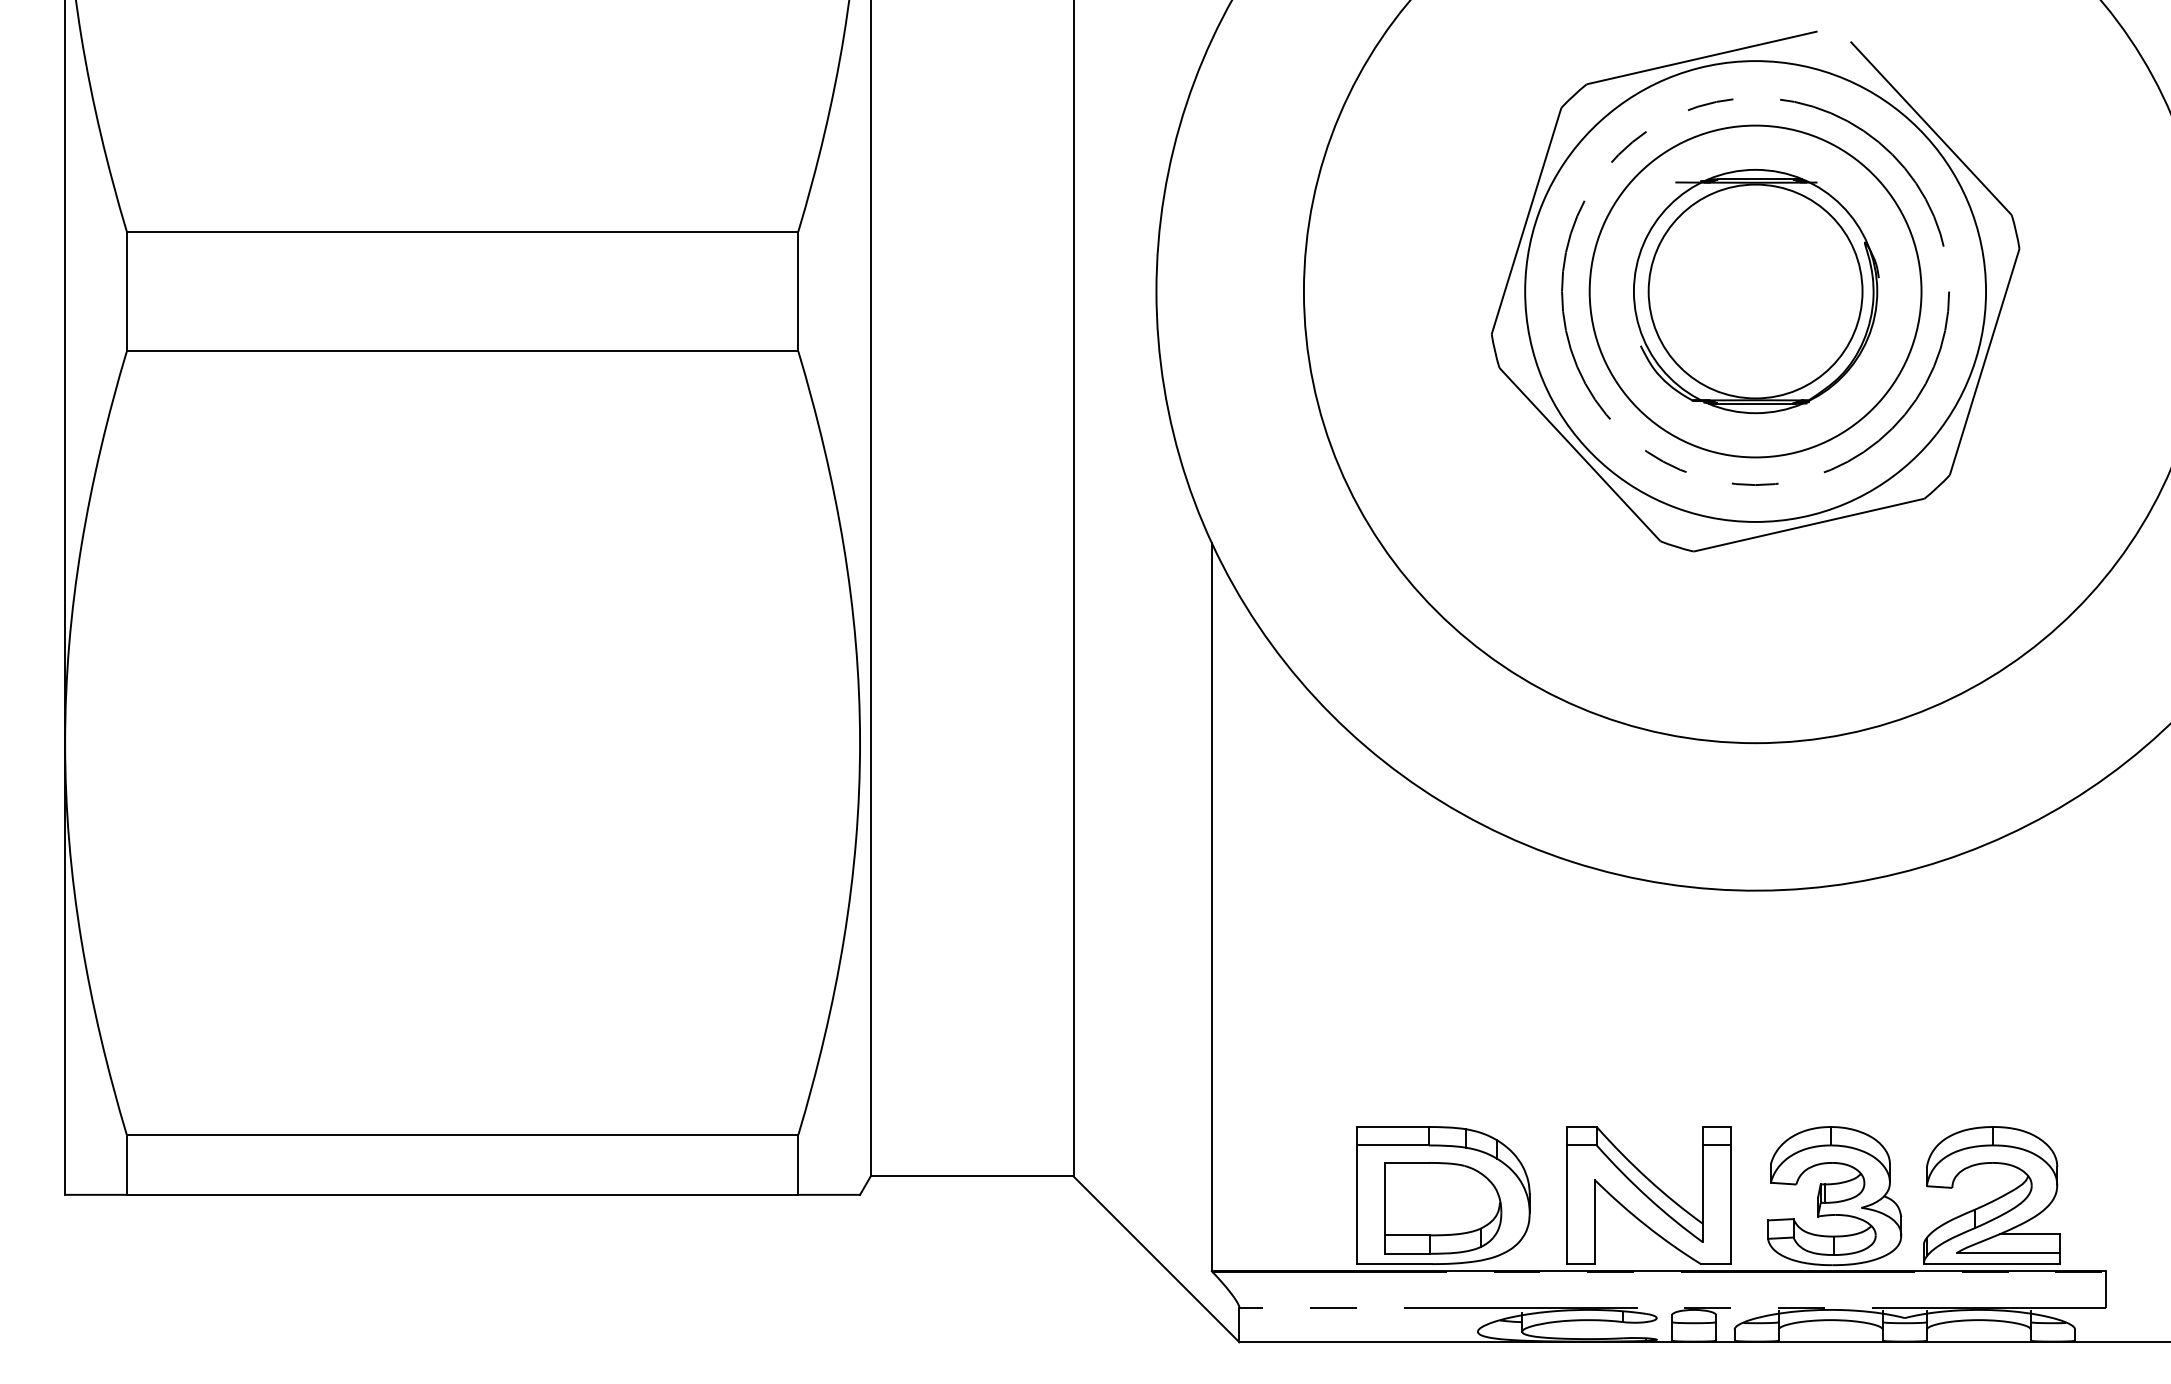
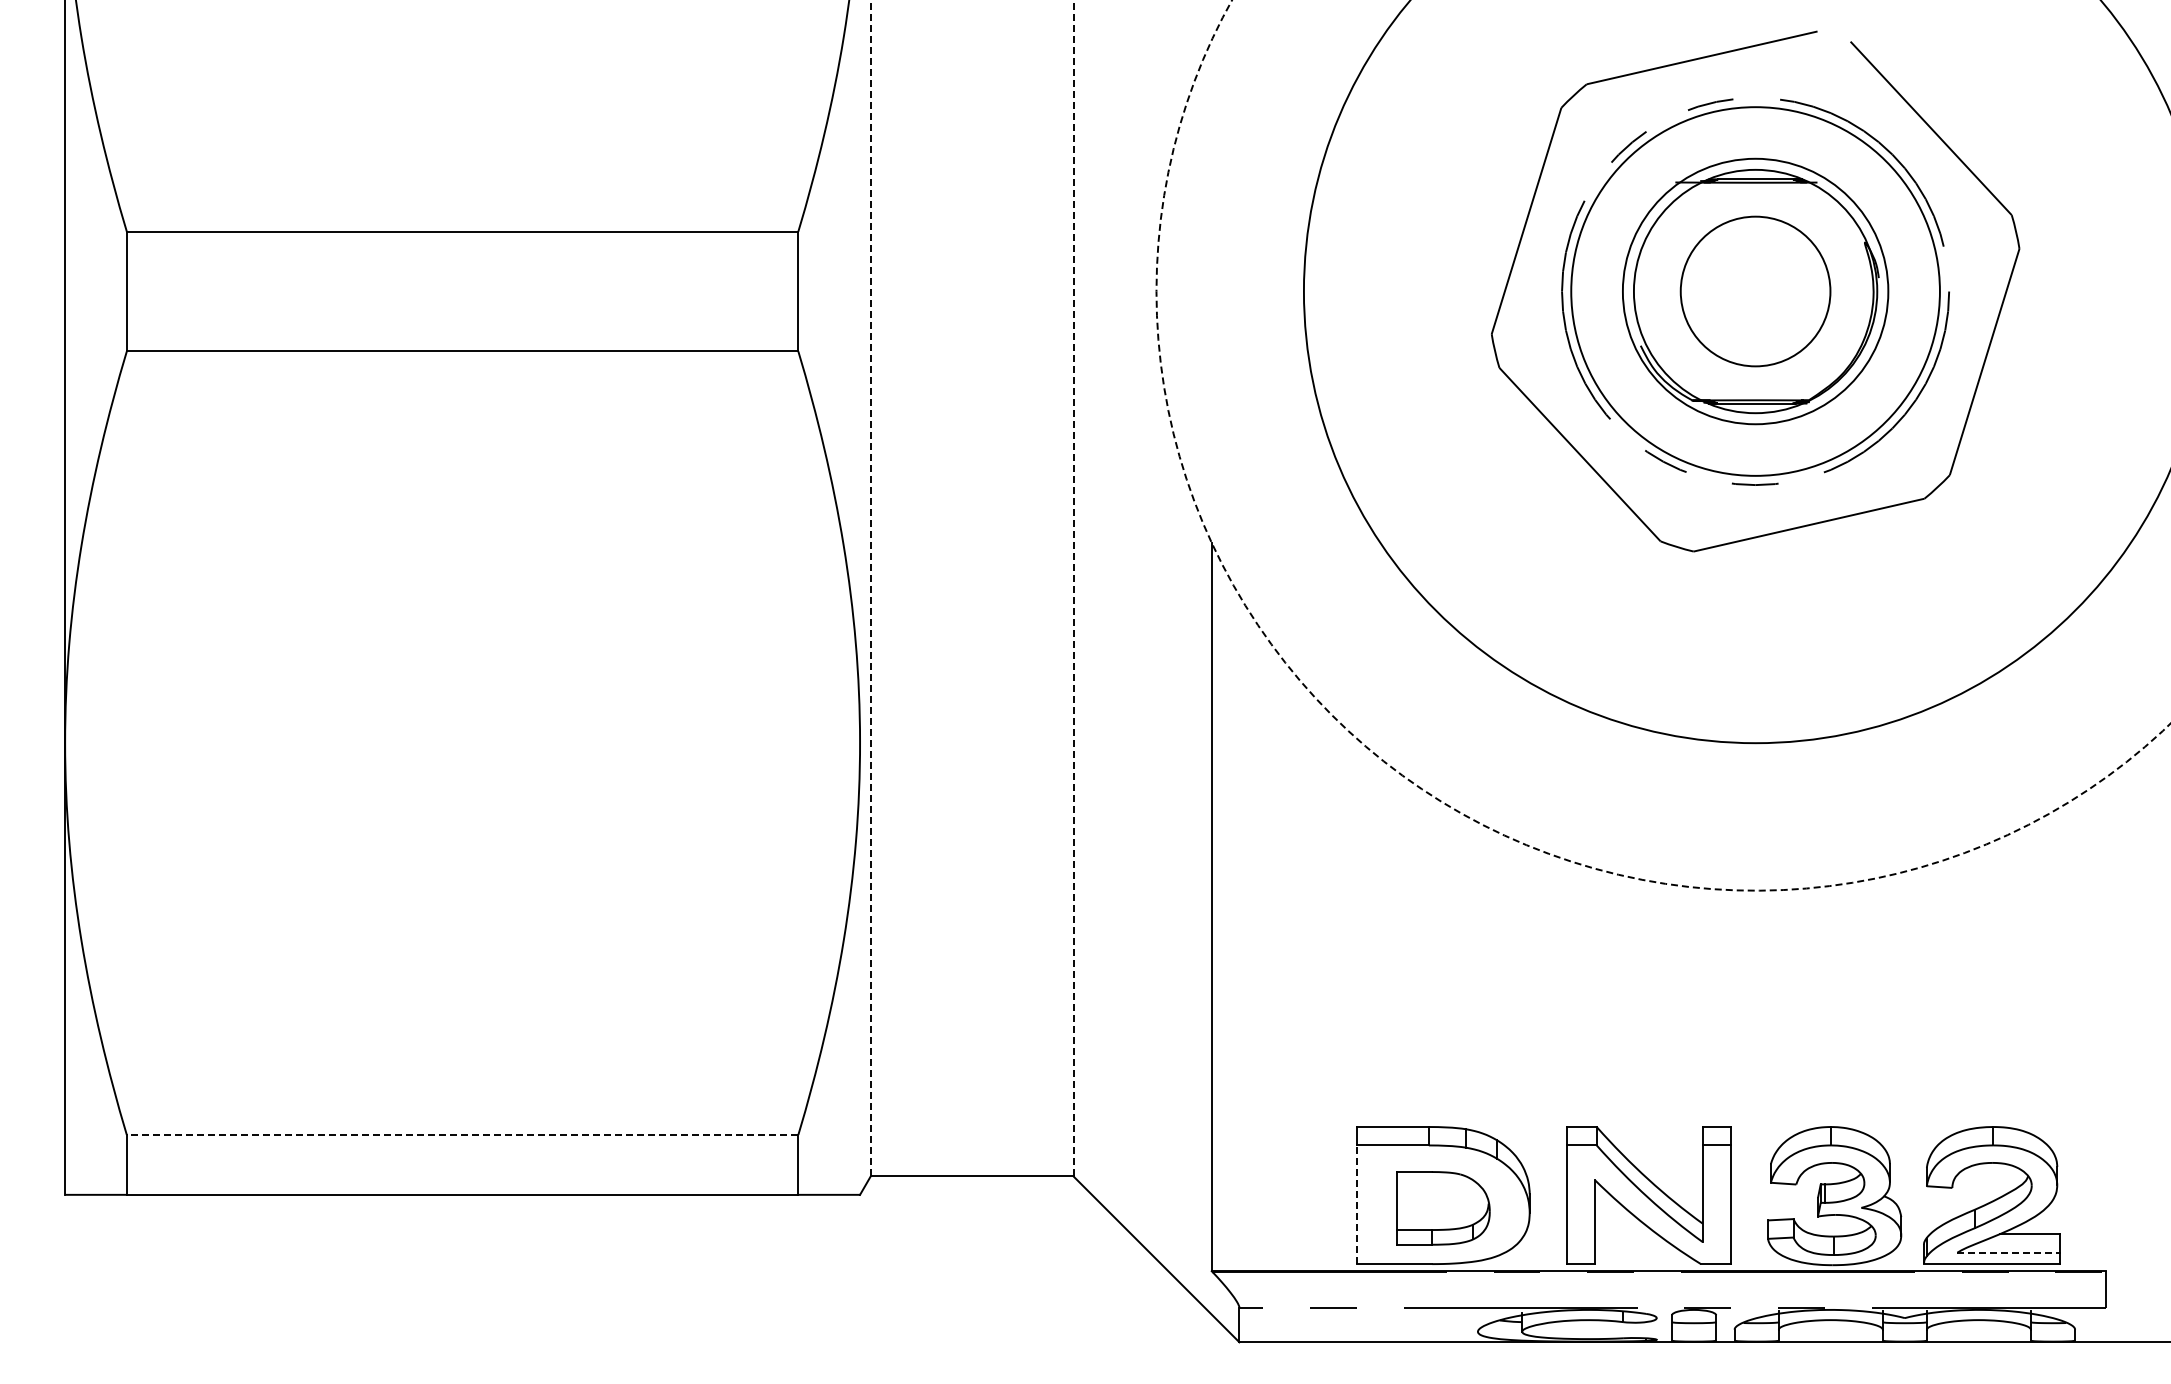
circle at (1755, 291) diameter: 214 px -> 150 px
circle at (1755, 291) diameter: 332 px -> 265 px
circle at (1755, 291) diameter: 461 px -> 369 px
line at (870, 588): solid -> dashed
line at (1073, 588): solid -> dashed
arc at (1390, 766): solid -> dashed
line at (462, 1134): solid -> dashed
line at (1356, 1204): solid -> dashed
part at (1443, 1208) size: 119x93 px -> 95x75 px
line at (2009, 1252): solid -> dashed
